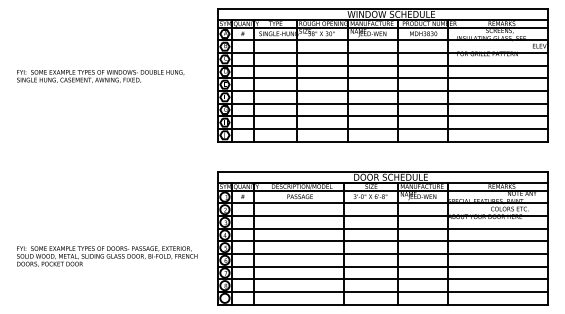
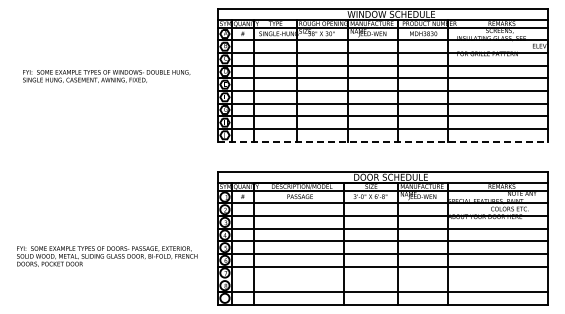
text at (100, 76) position: (100, 76) -> (106, 76)
line at (383, 141): solid -> dashed
line at (383, 279): present -> none
